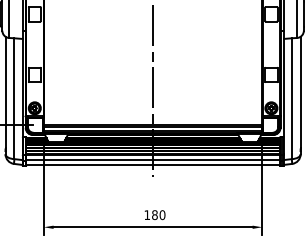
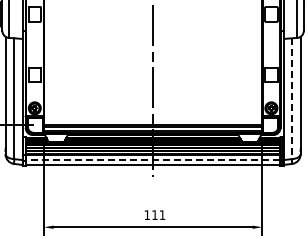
line at (291, 99): solid -> dashed
line at (153, 160): solid -> dashed
text at (158, 215): 180 -> 111
